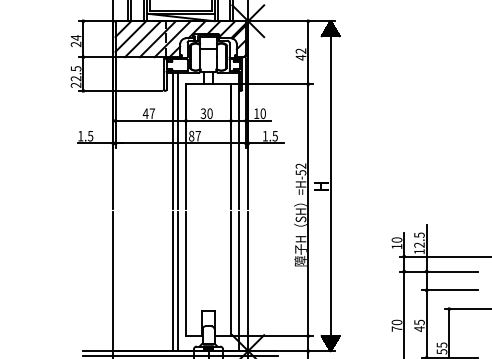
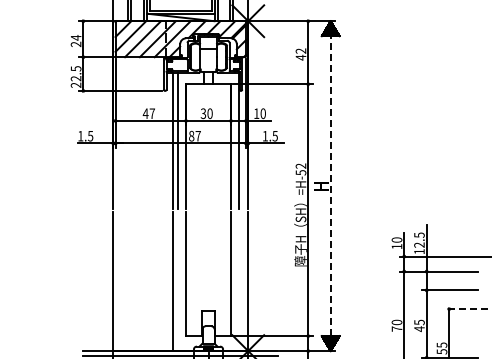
line at (330, 186): solid -> dashed
line at (177, 281): present -> none
line at (239, 281): present -> none
line at (467, 309): solid -> dashed
